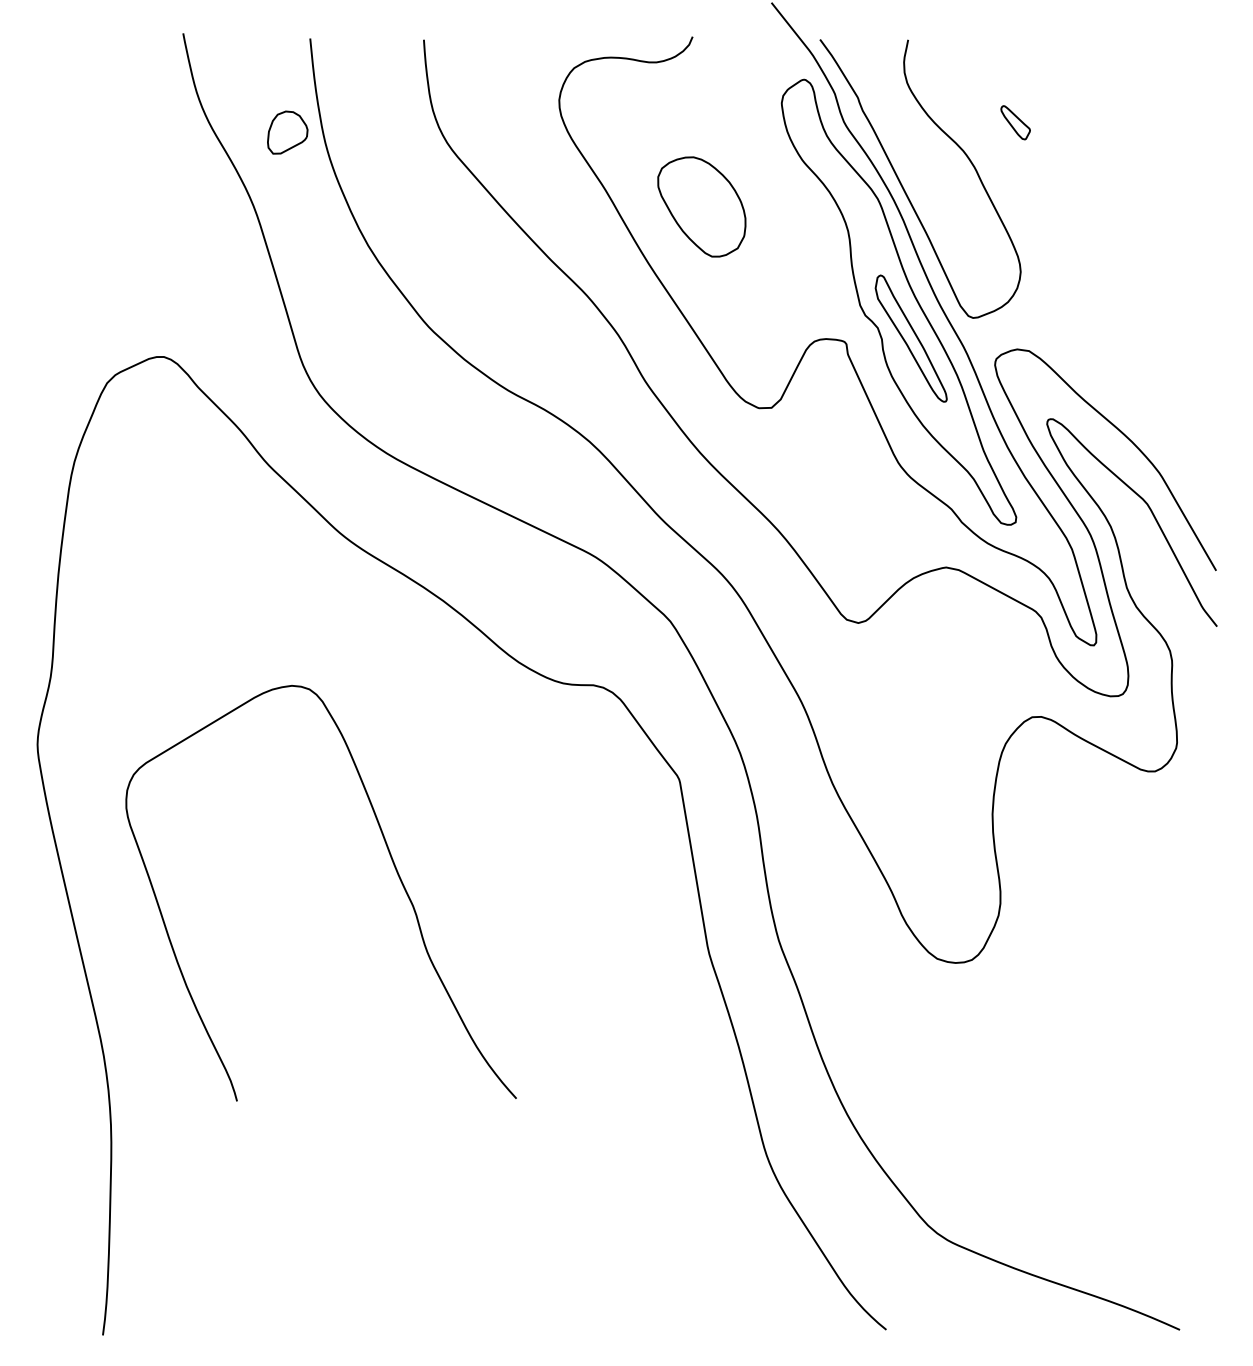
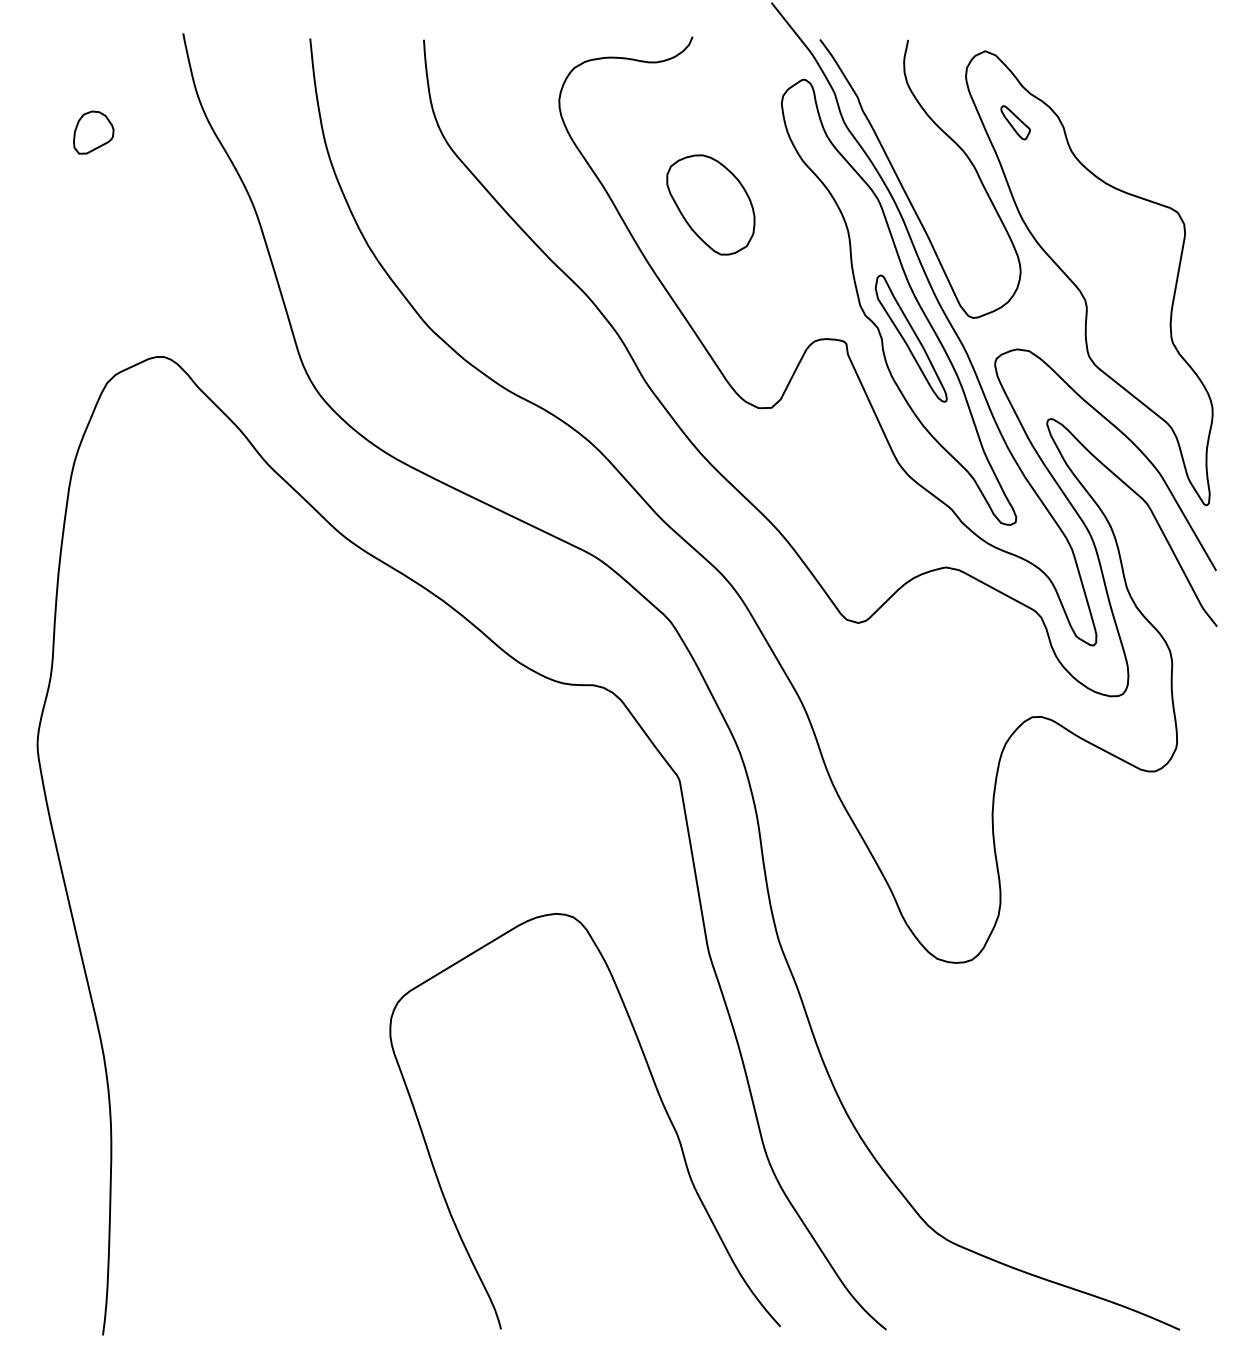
part at (287, 132) position: (287, 132) -> (93, 132)
part at (701, 206) position: (701, 206) -> (710, 204)
part at (1089, 278): none -> present
curve at (392, 863) position: (392, 863) -> (656, 1091)
